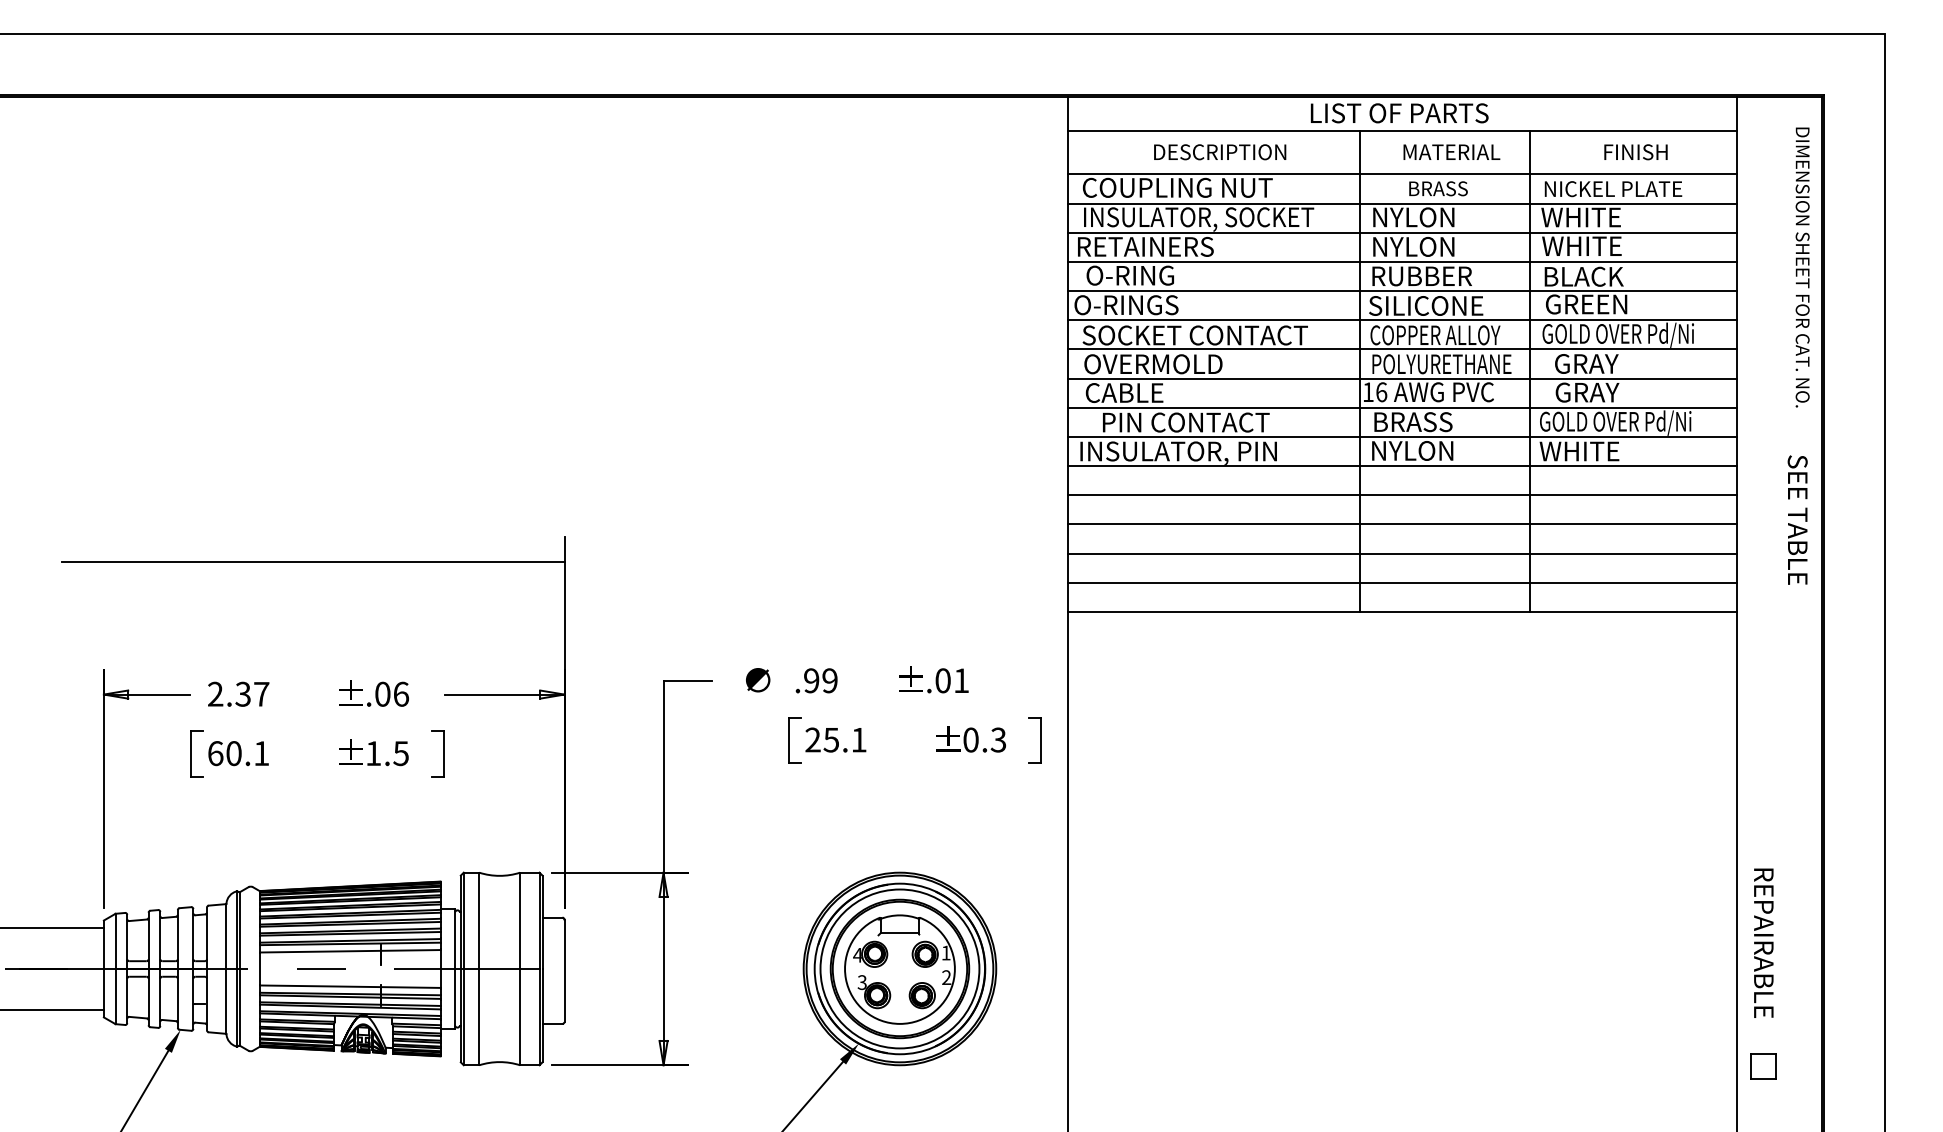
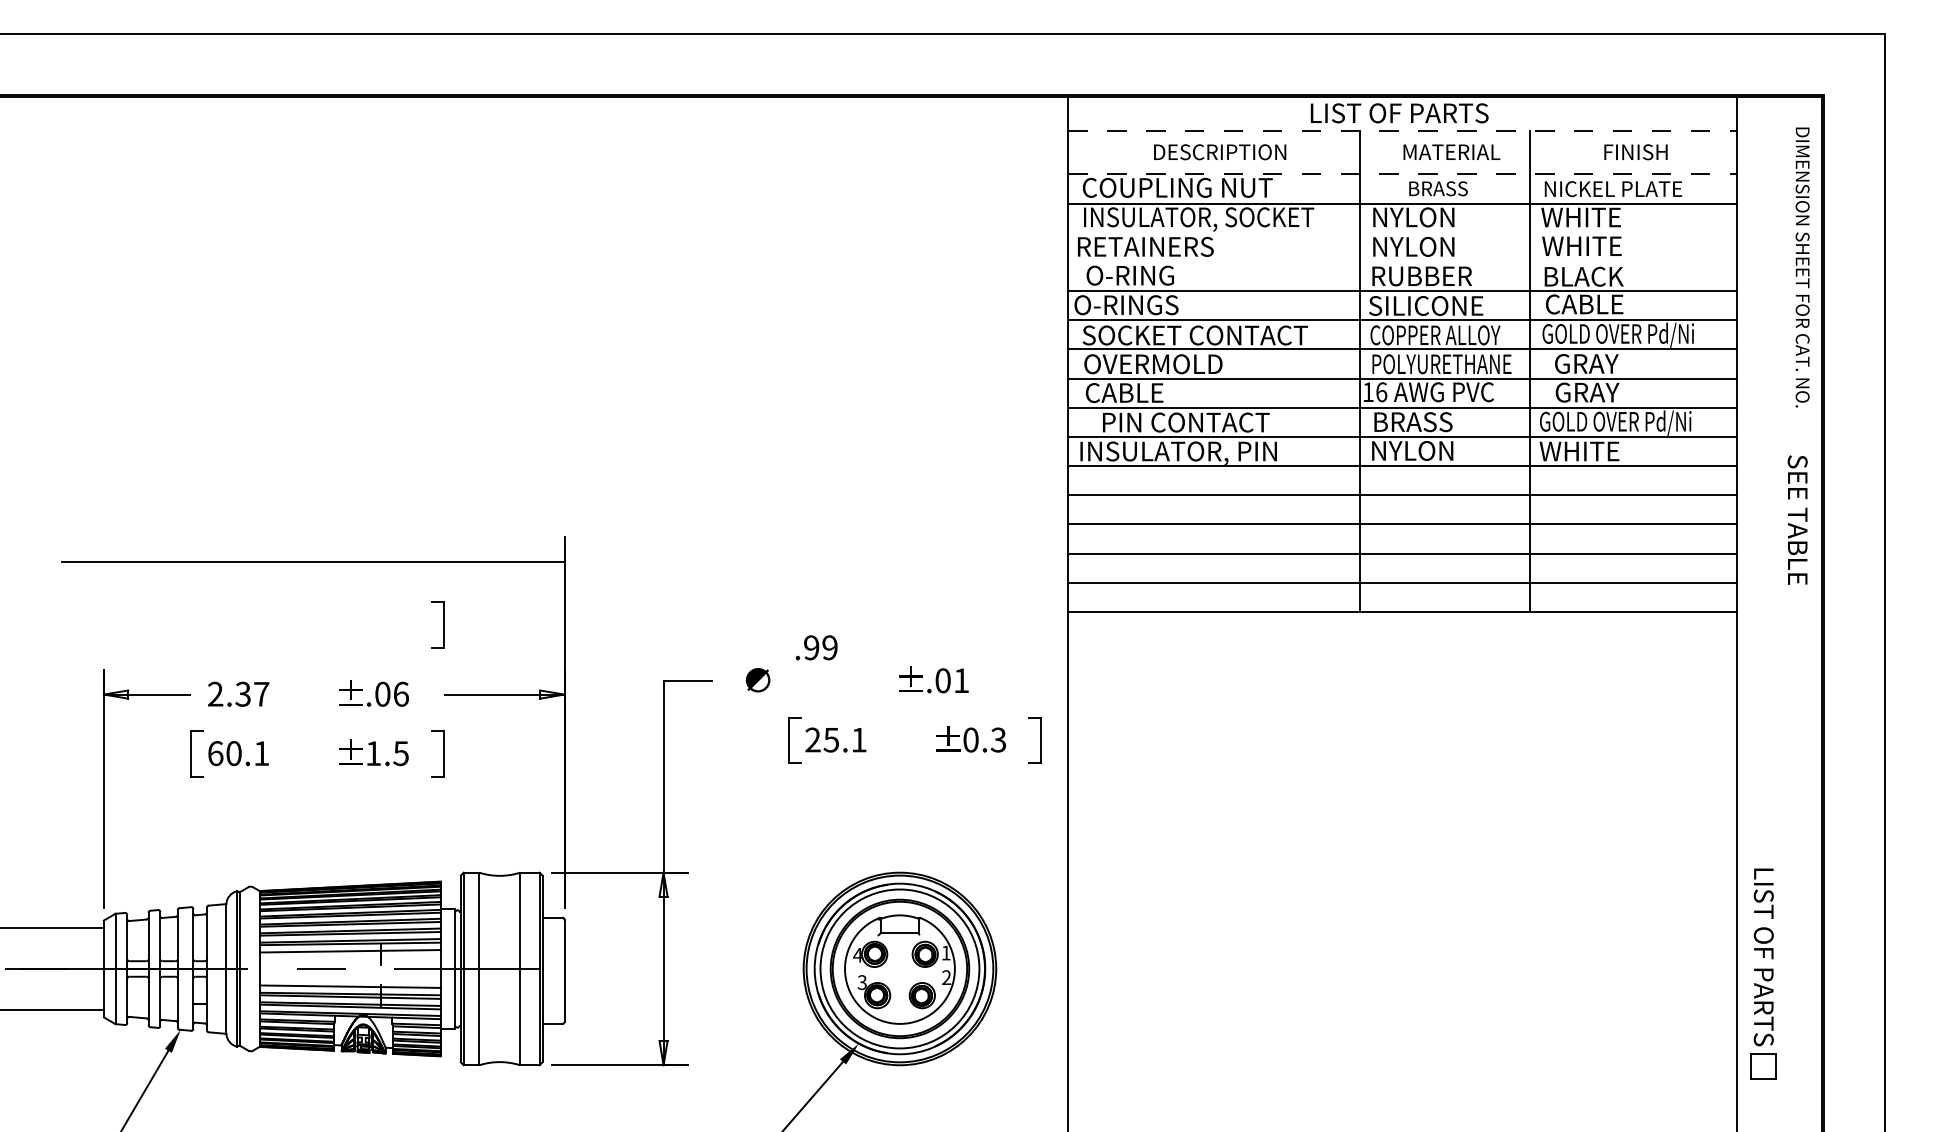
line at (1403, 130): solid -> dashed
line at (1403, 174): solid -> dashed
line at (1402, 232): present -> none
line at (1402, 261): present -> none
text at (1590, 304): GREEN -> CABLE
part at (437, 624): none -> present
text at (816, 680) position: (816, 680) -> (816, 647)
text at (1763, 958): REPAIRABLE -> LIST OF PARTS
